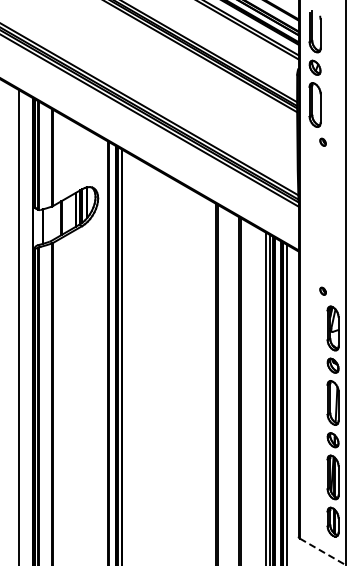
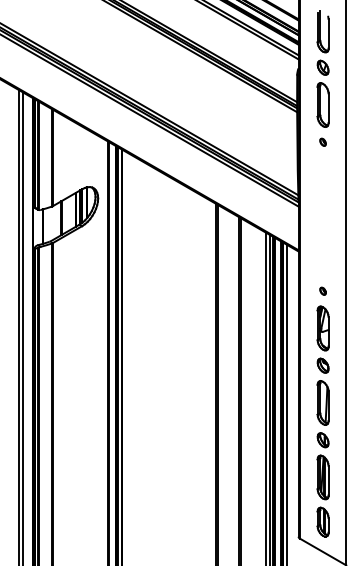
part at (314, 68) position: (314, 68) -> (322, 68)
line at (23, 327): none -> present
part at (332, 421) position: (332, 421) -> (322, 421)
line at (323, 551): dashed -> solid
